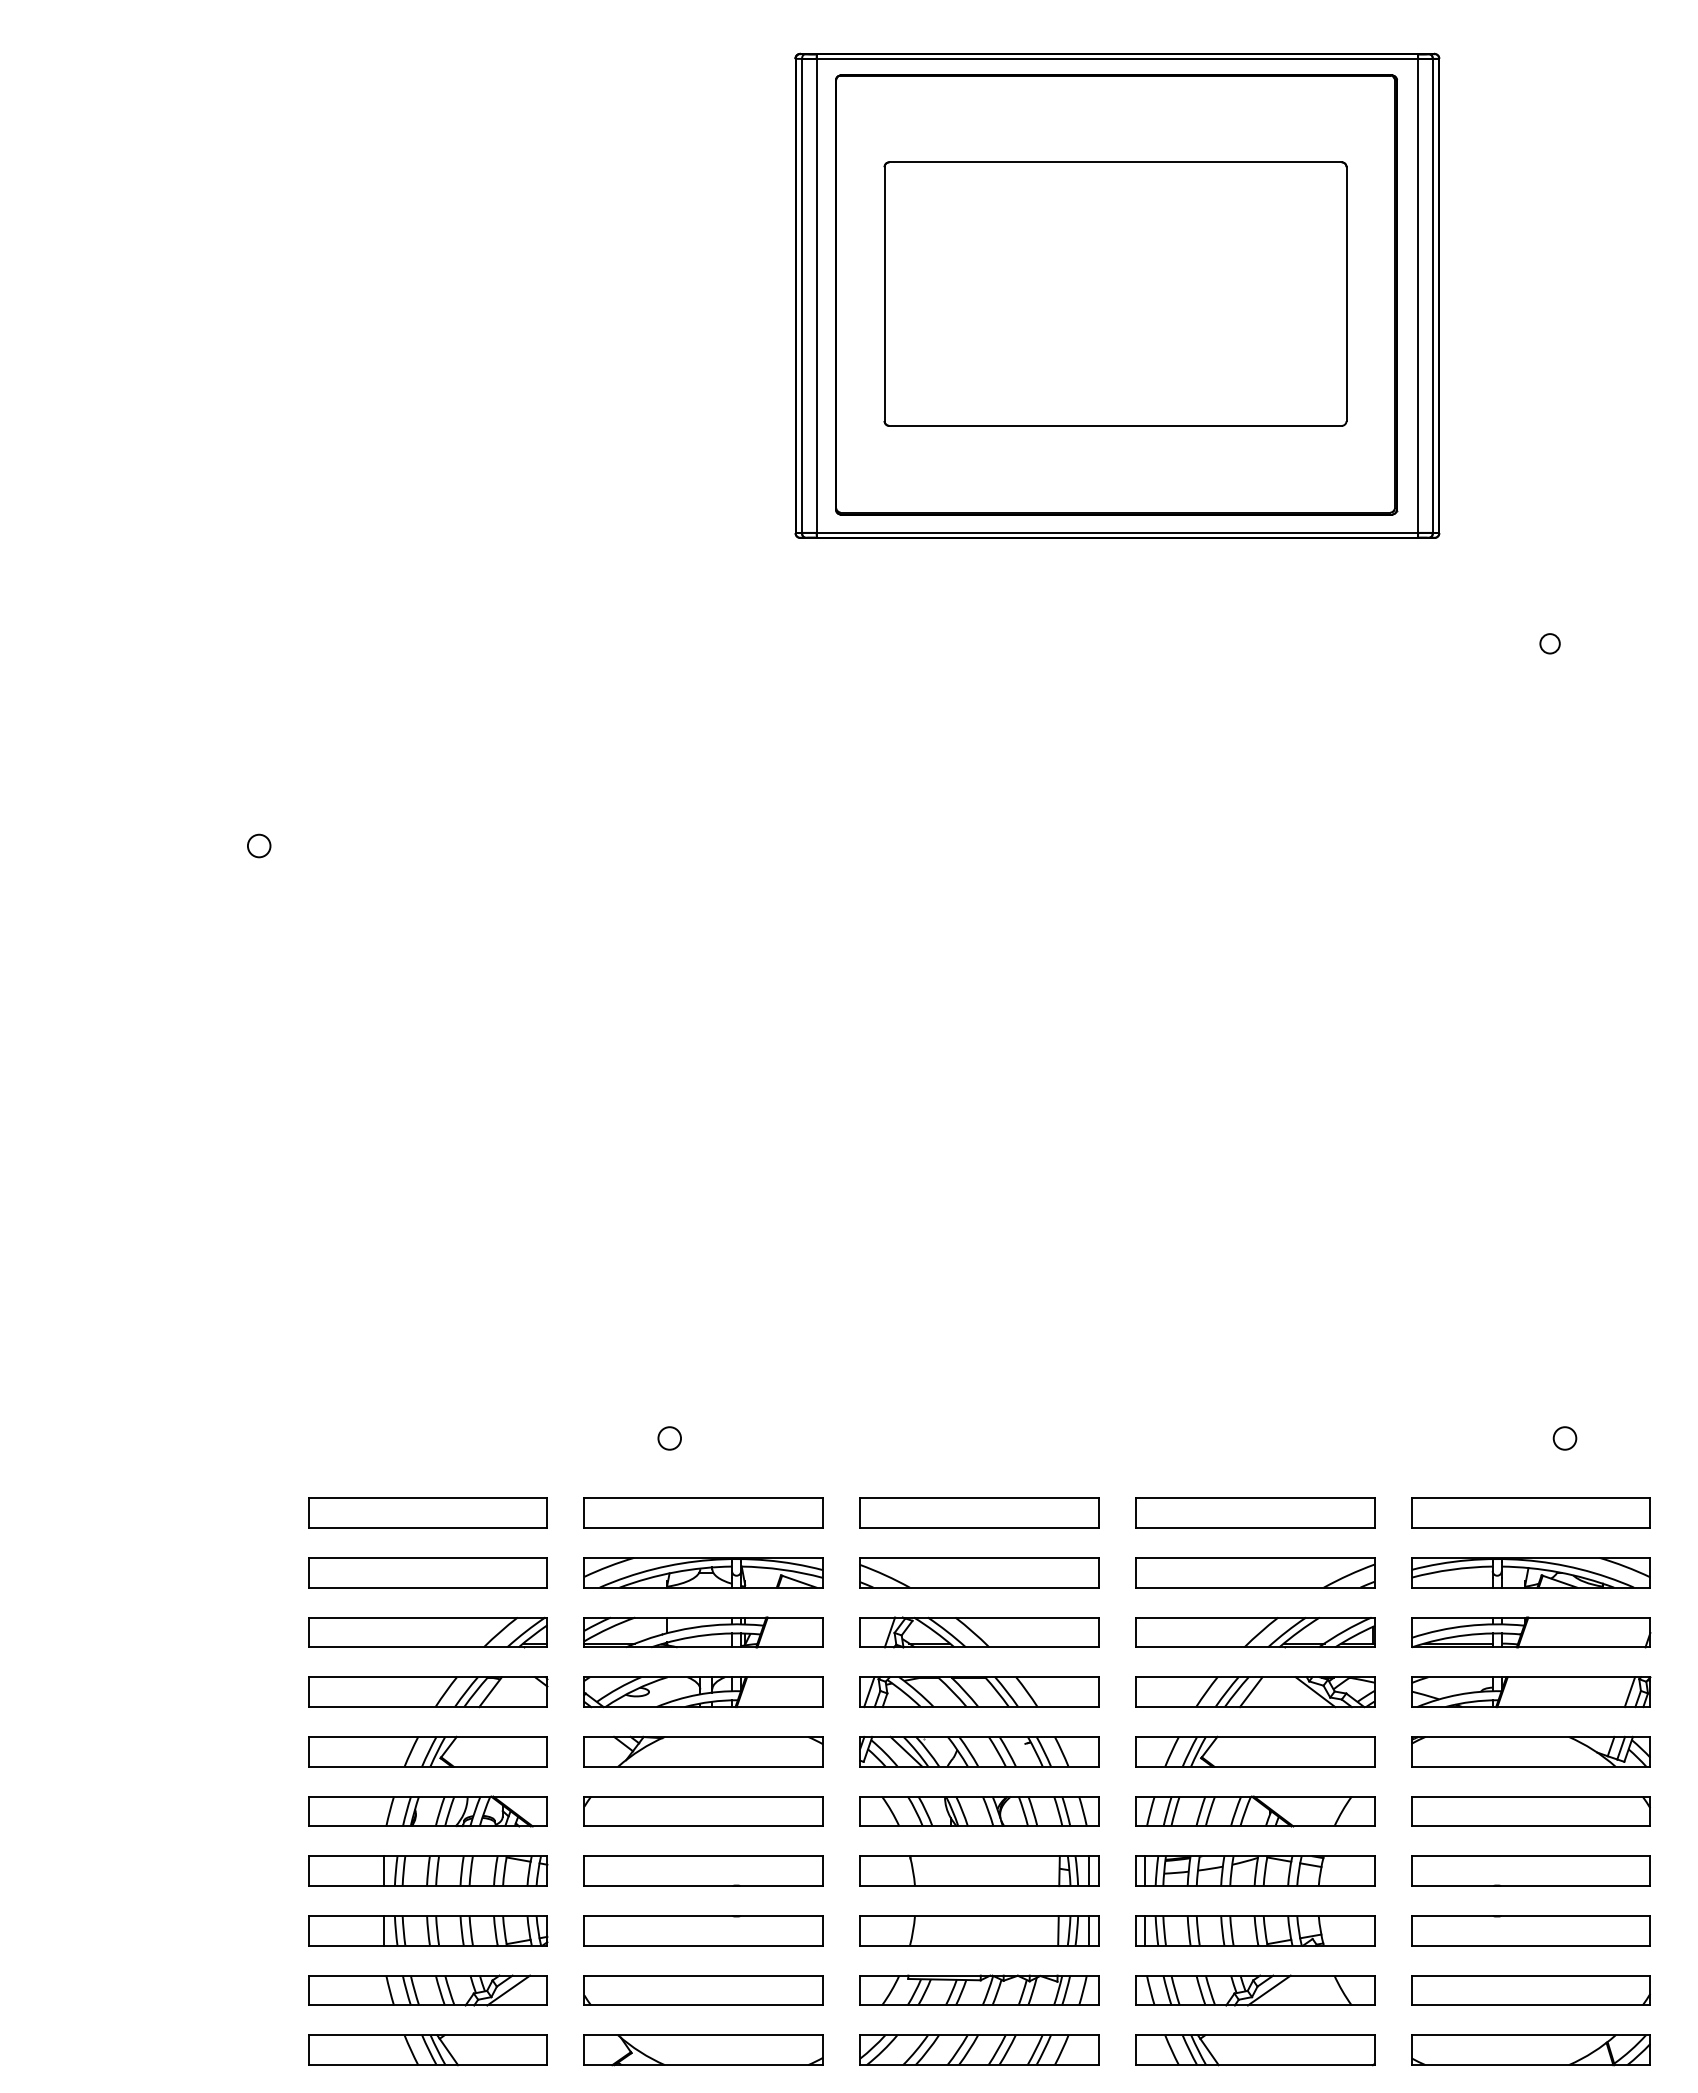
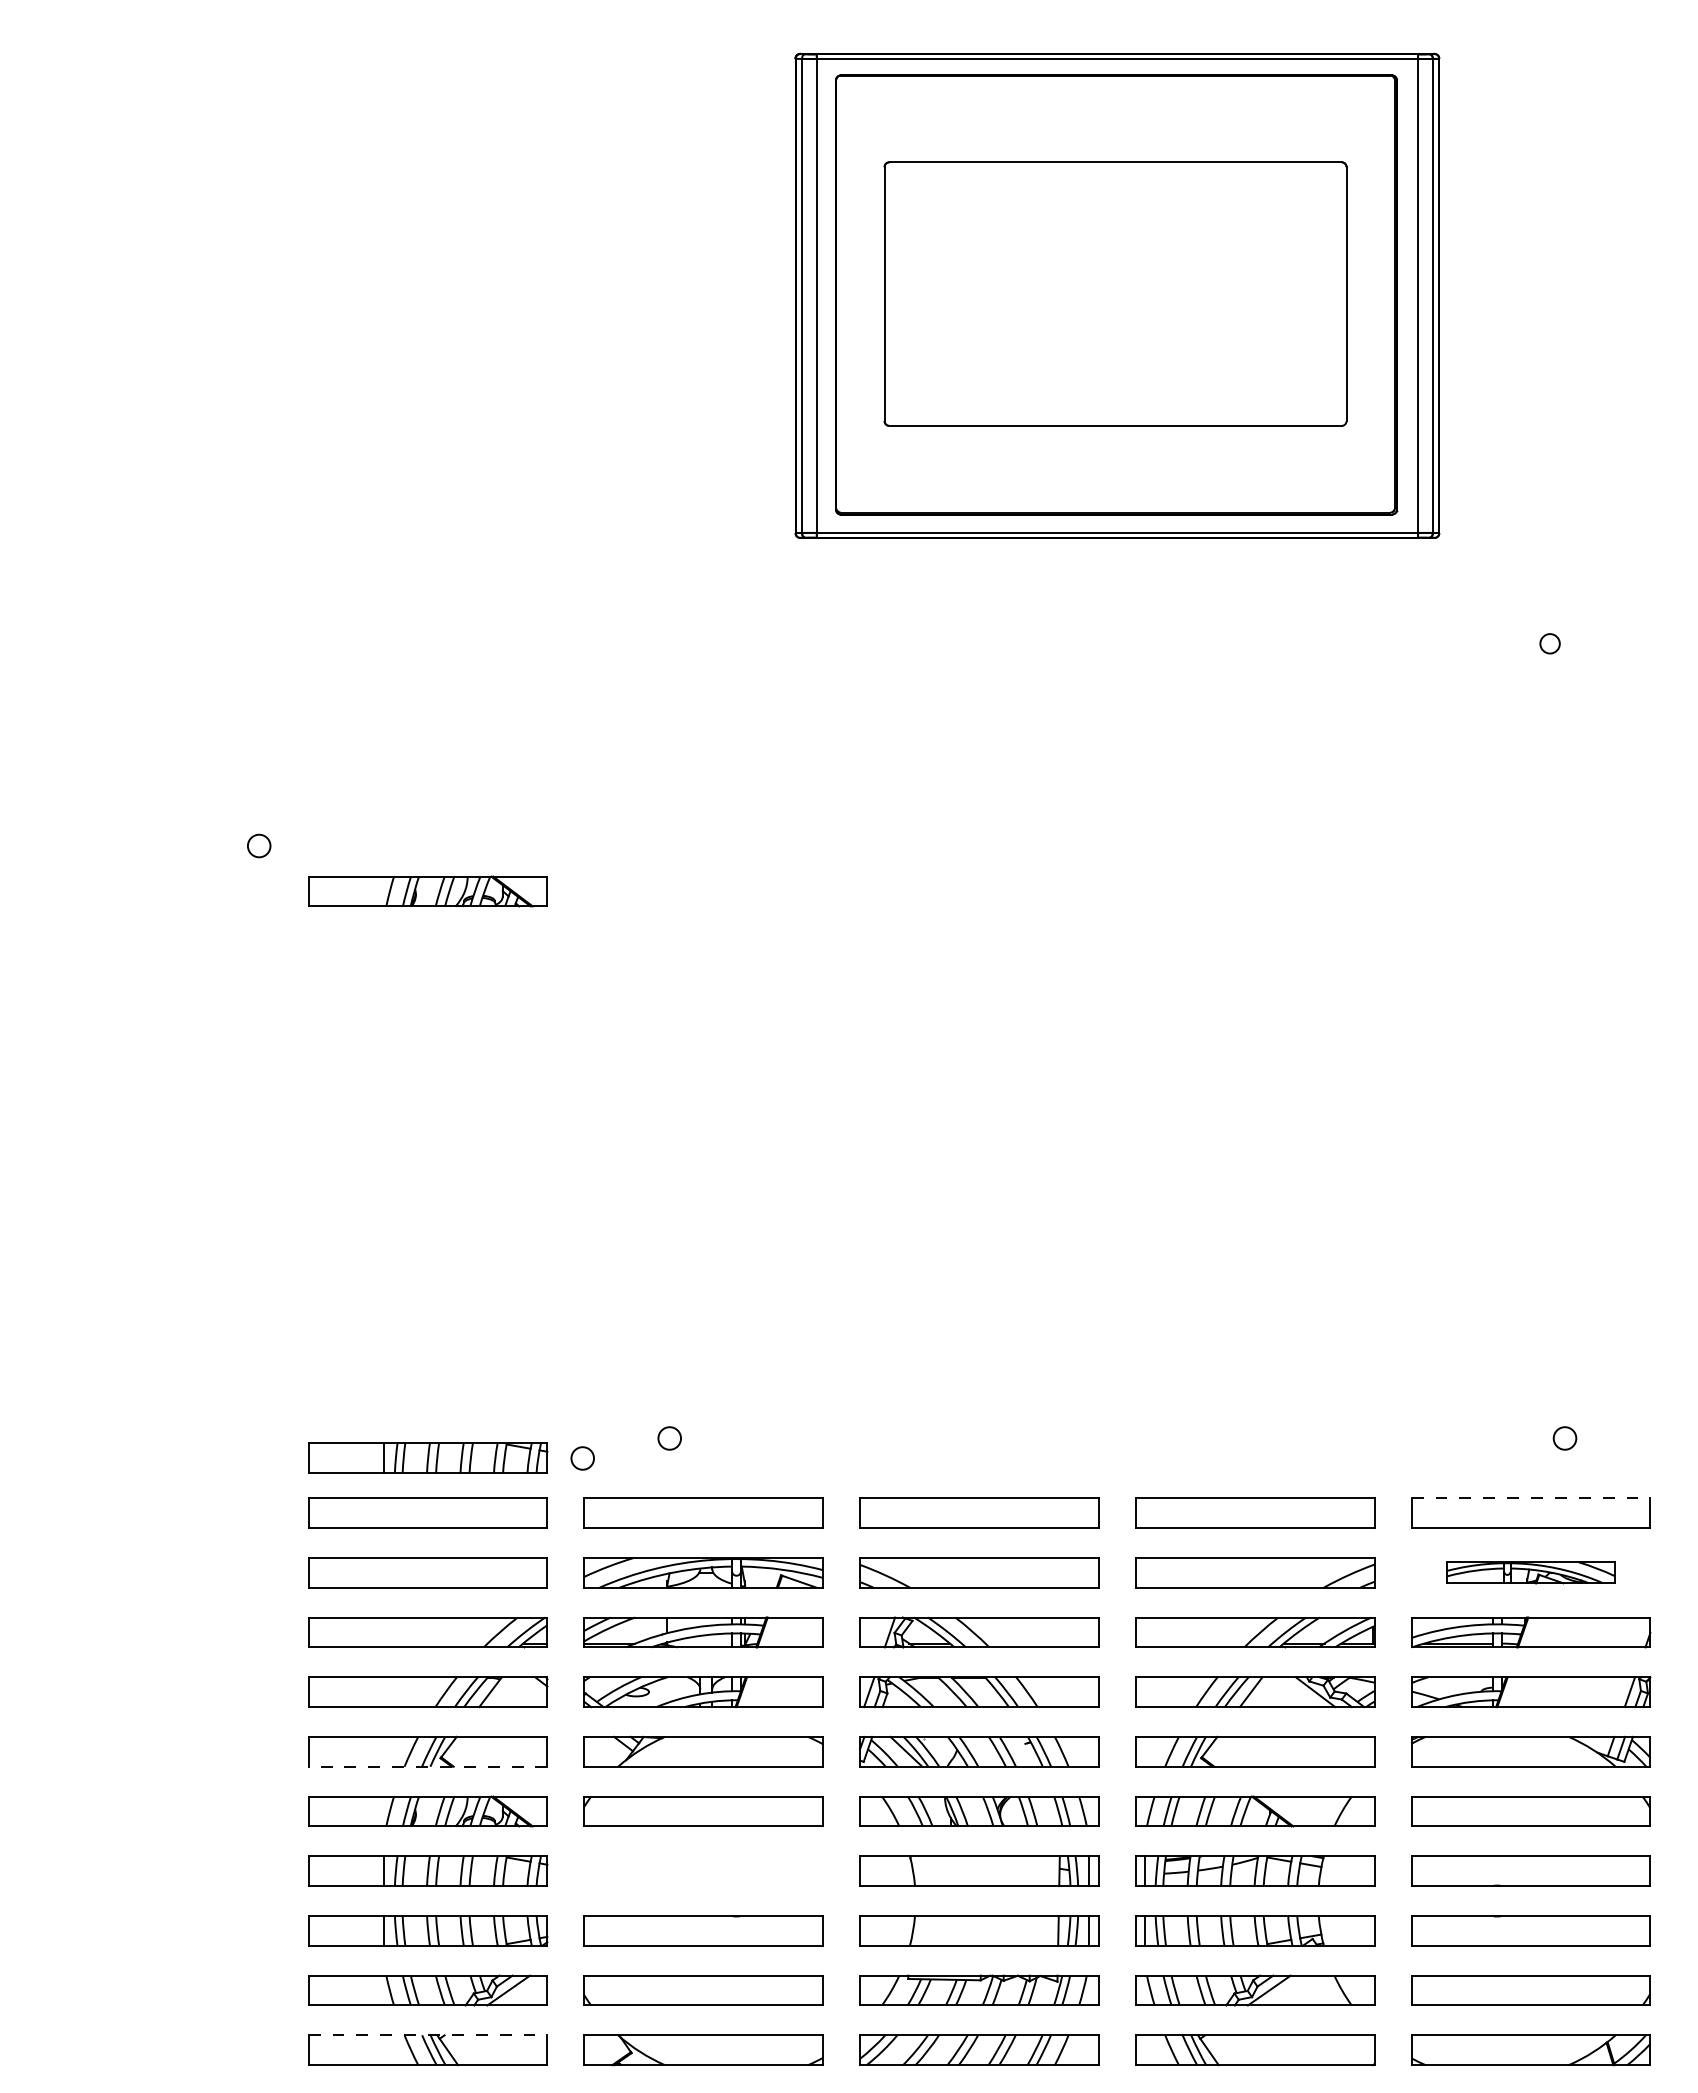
part at (427, 891): none -> present
part at (428, 1457): none -> present
circle at (582, 1458): none -> present
line at (1531, 1498): solid -> dashed
part at (1530, 1572) size: 240x32 px -> 170x24 px
line at (427, 1766): solid -> dashed
part at (703, 1870): present -> none
line at (428, 2035): solid -> dashed
